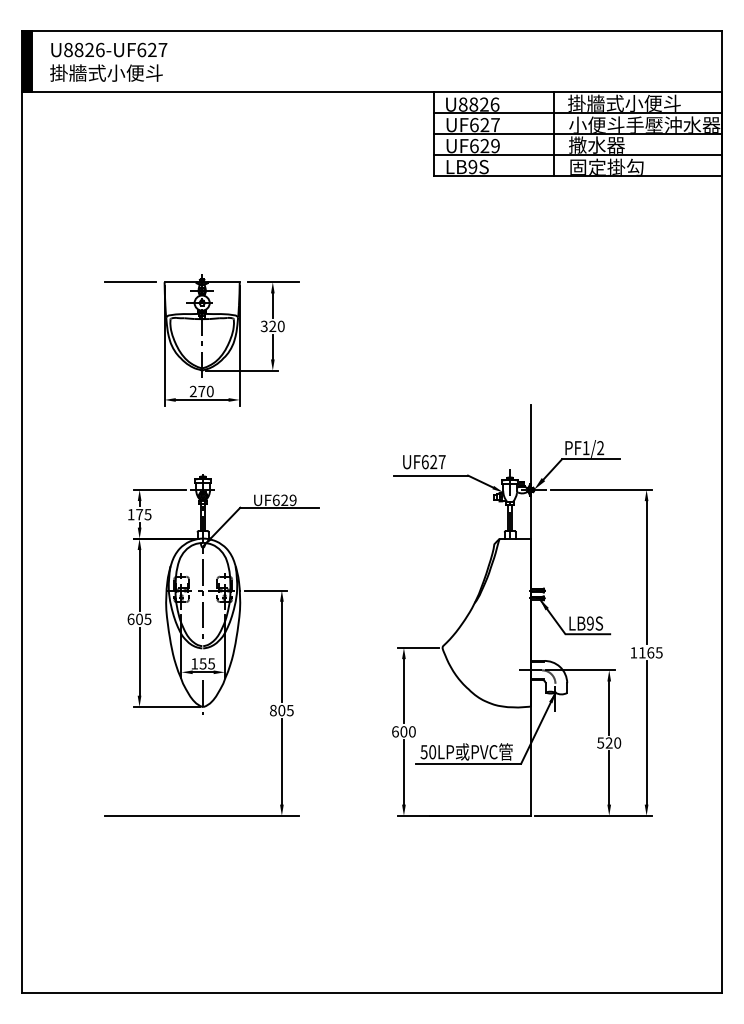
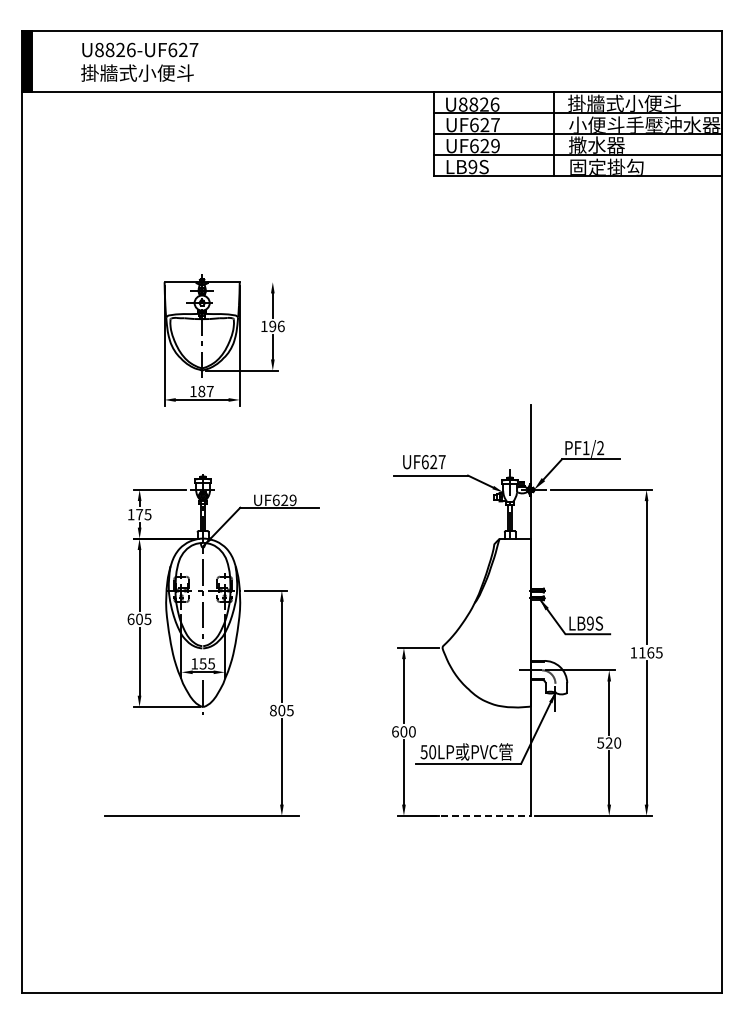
text at (108, 61) position: (108, 61) -> (139, 61)
line at (130, 282): present -> none
line at (273, 282): present -> none
text at (272, 326): 320 -> 196
text at (201, 391): 270 -> 187
line at (480, 815): solid -> dashed
